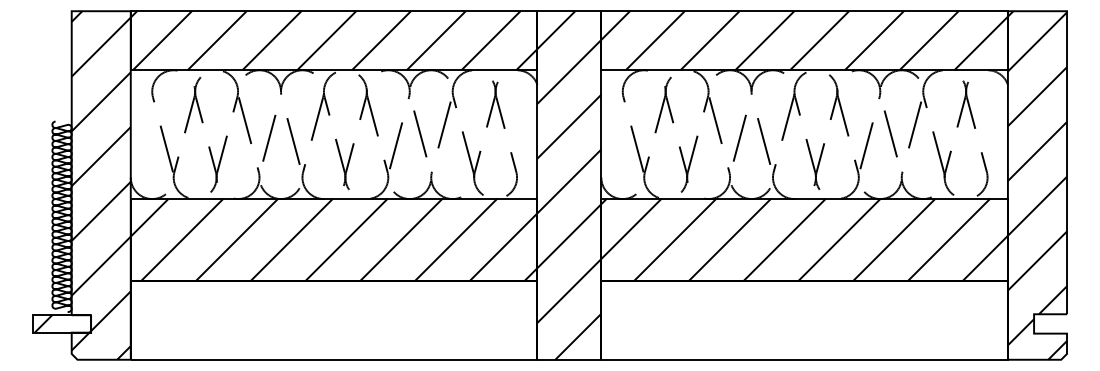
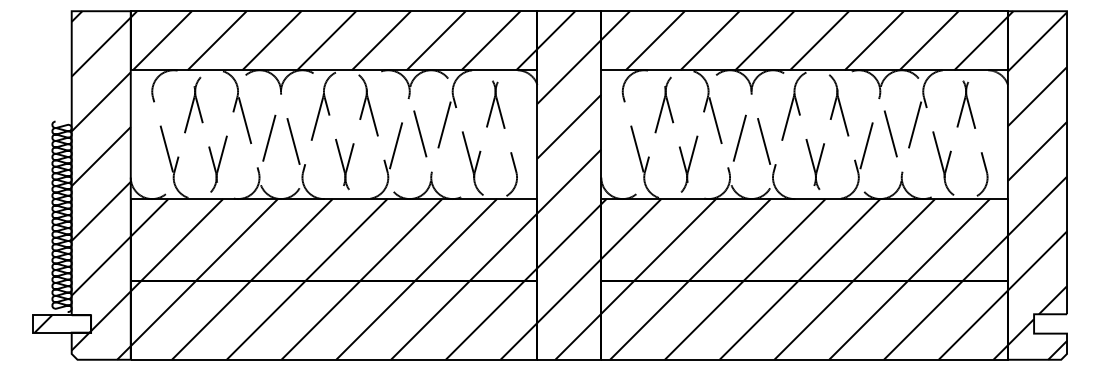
hatch at (333, 320): none -> present
hatch at (804, 320): none -> present
